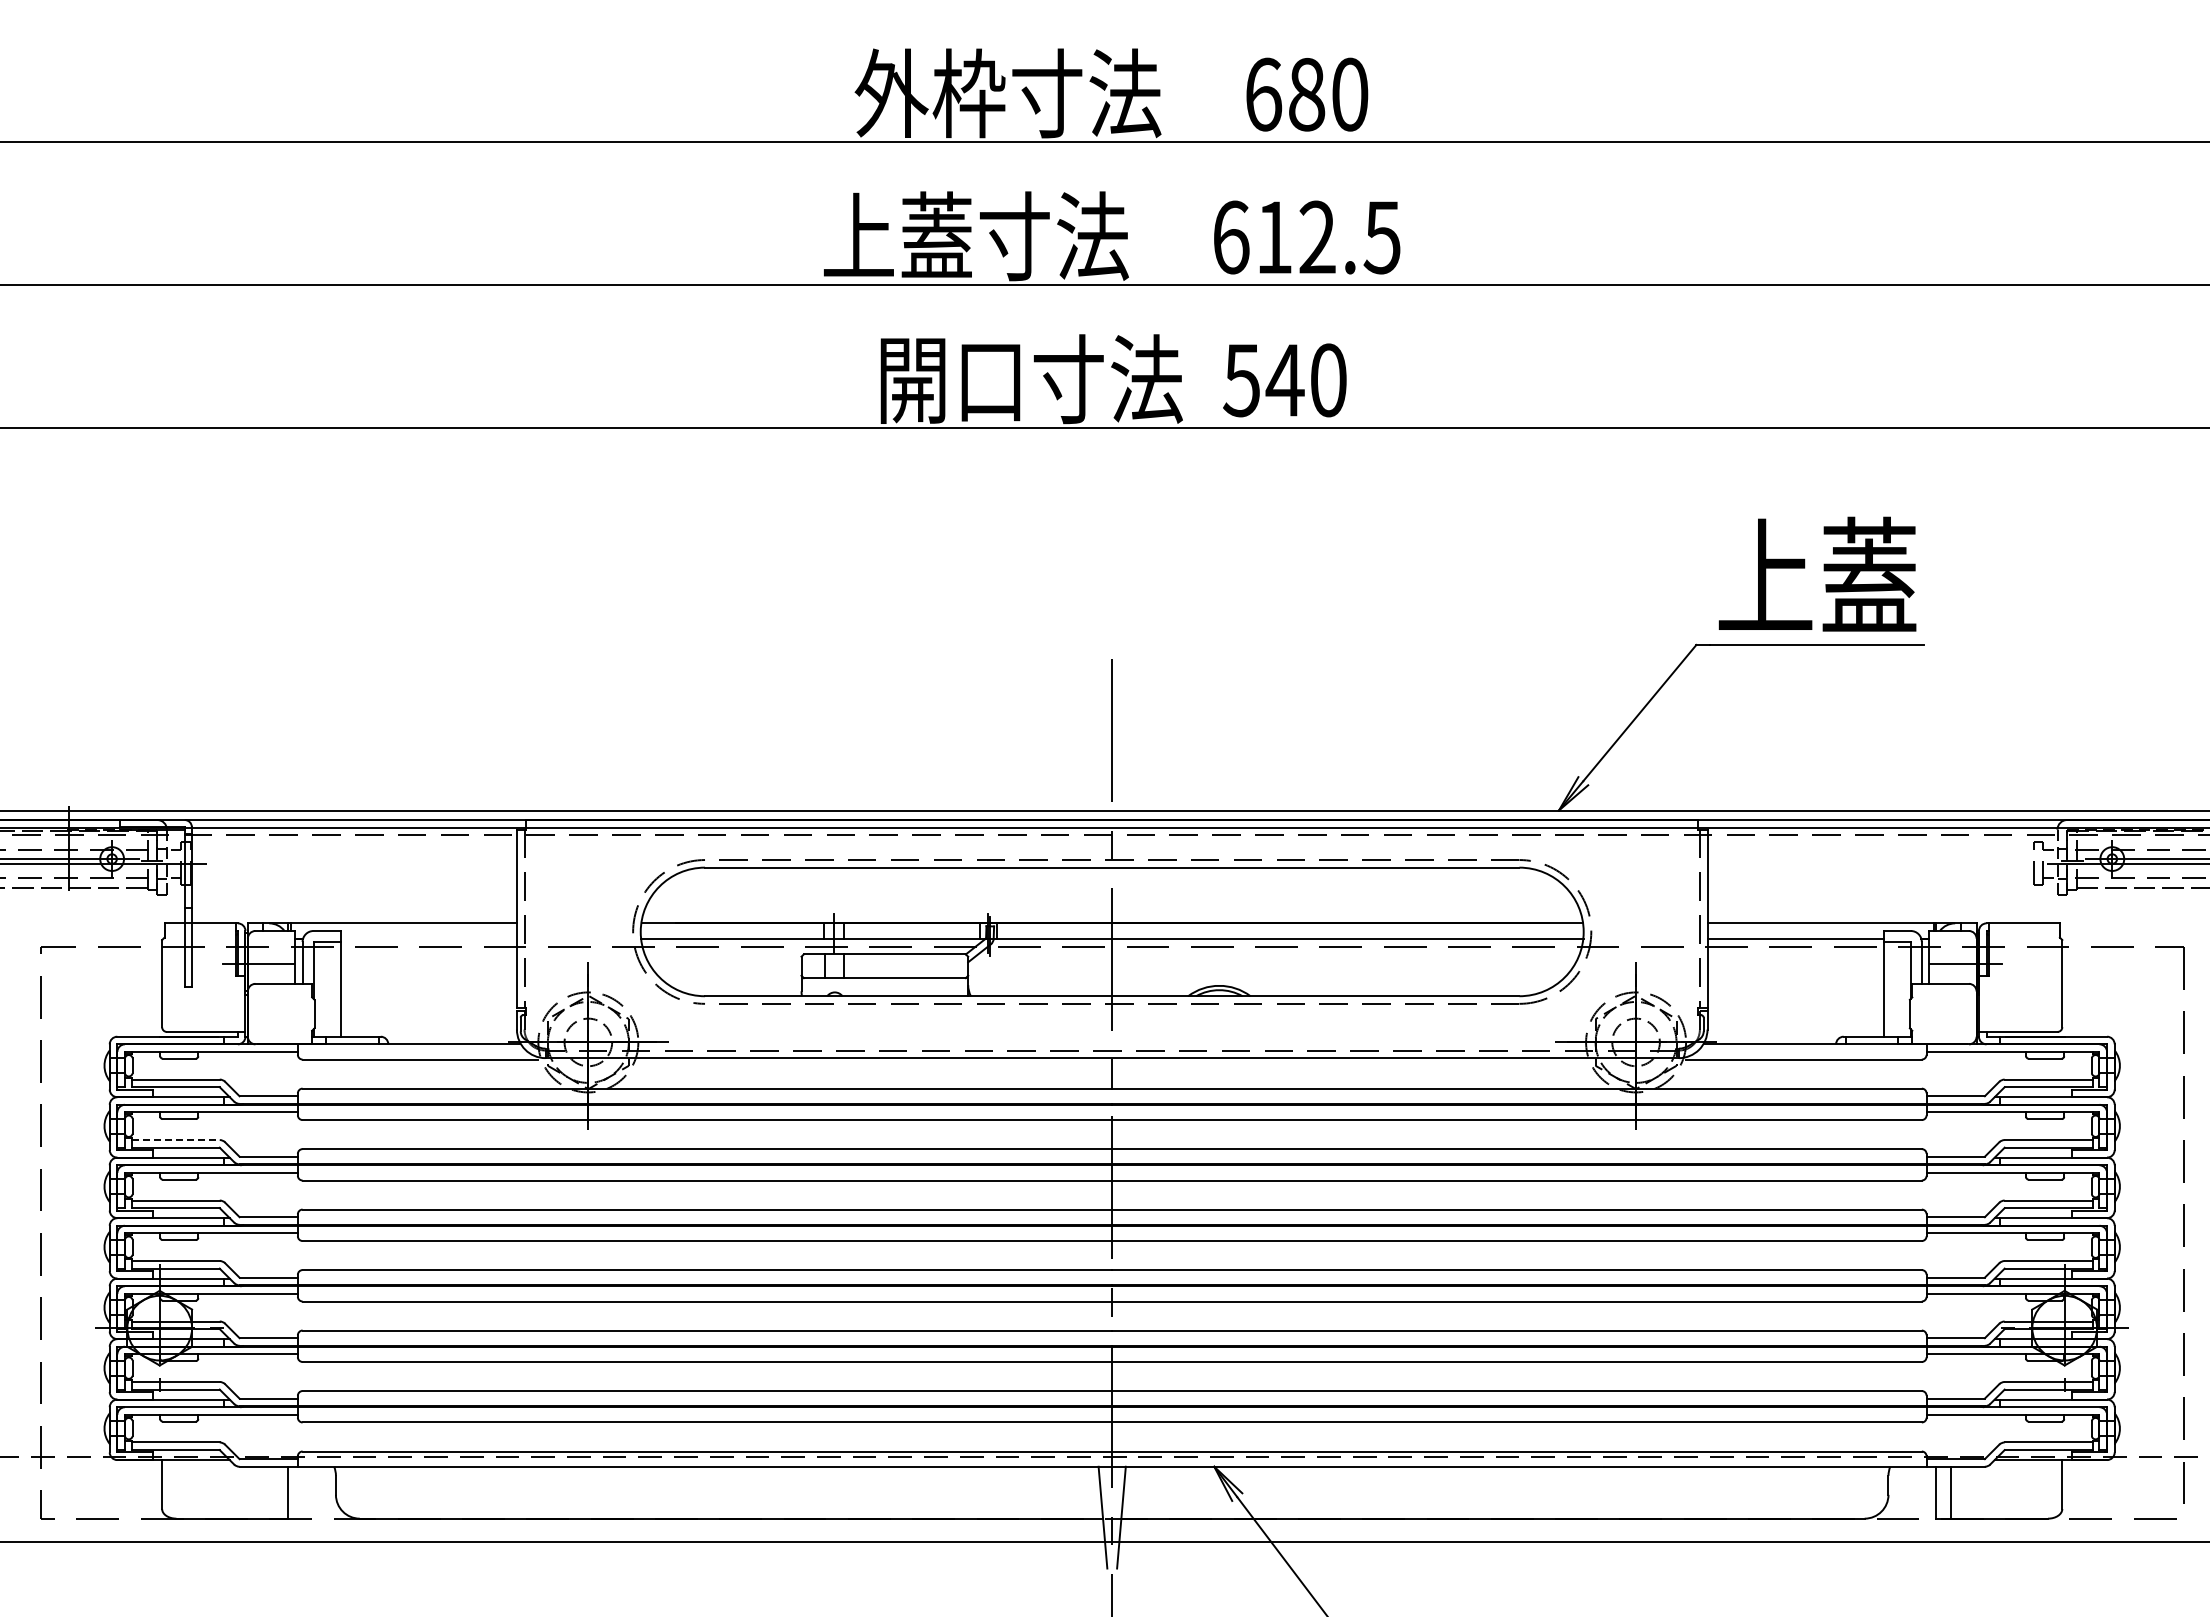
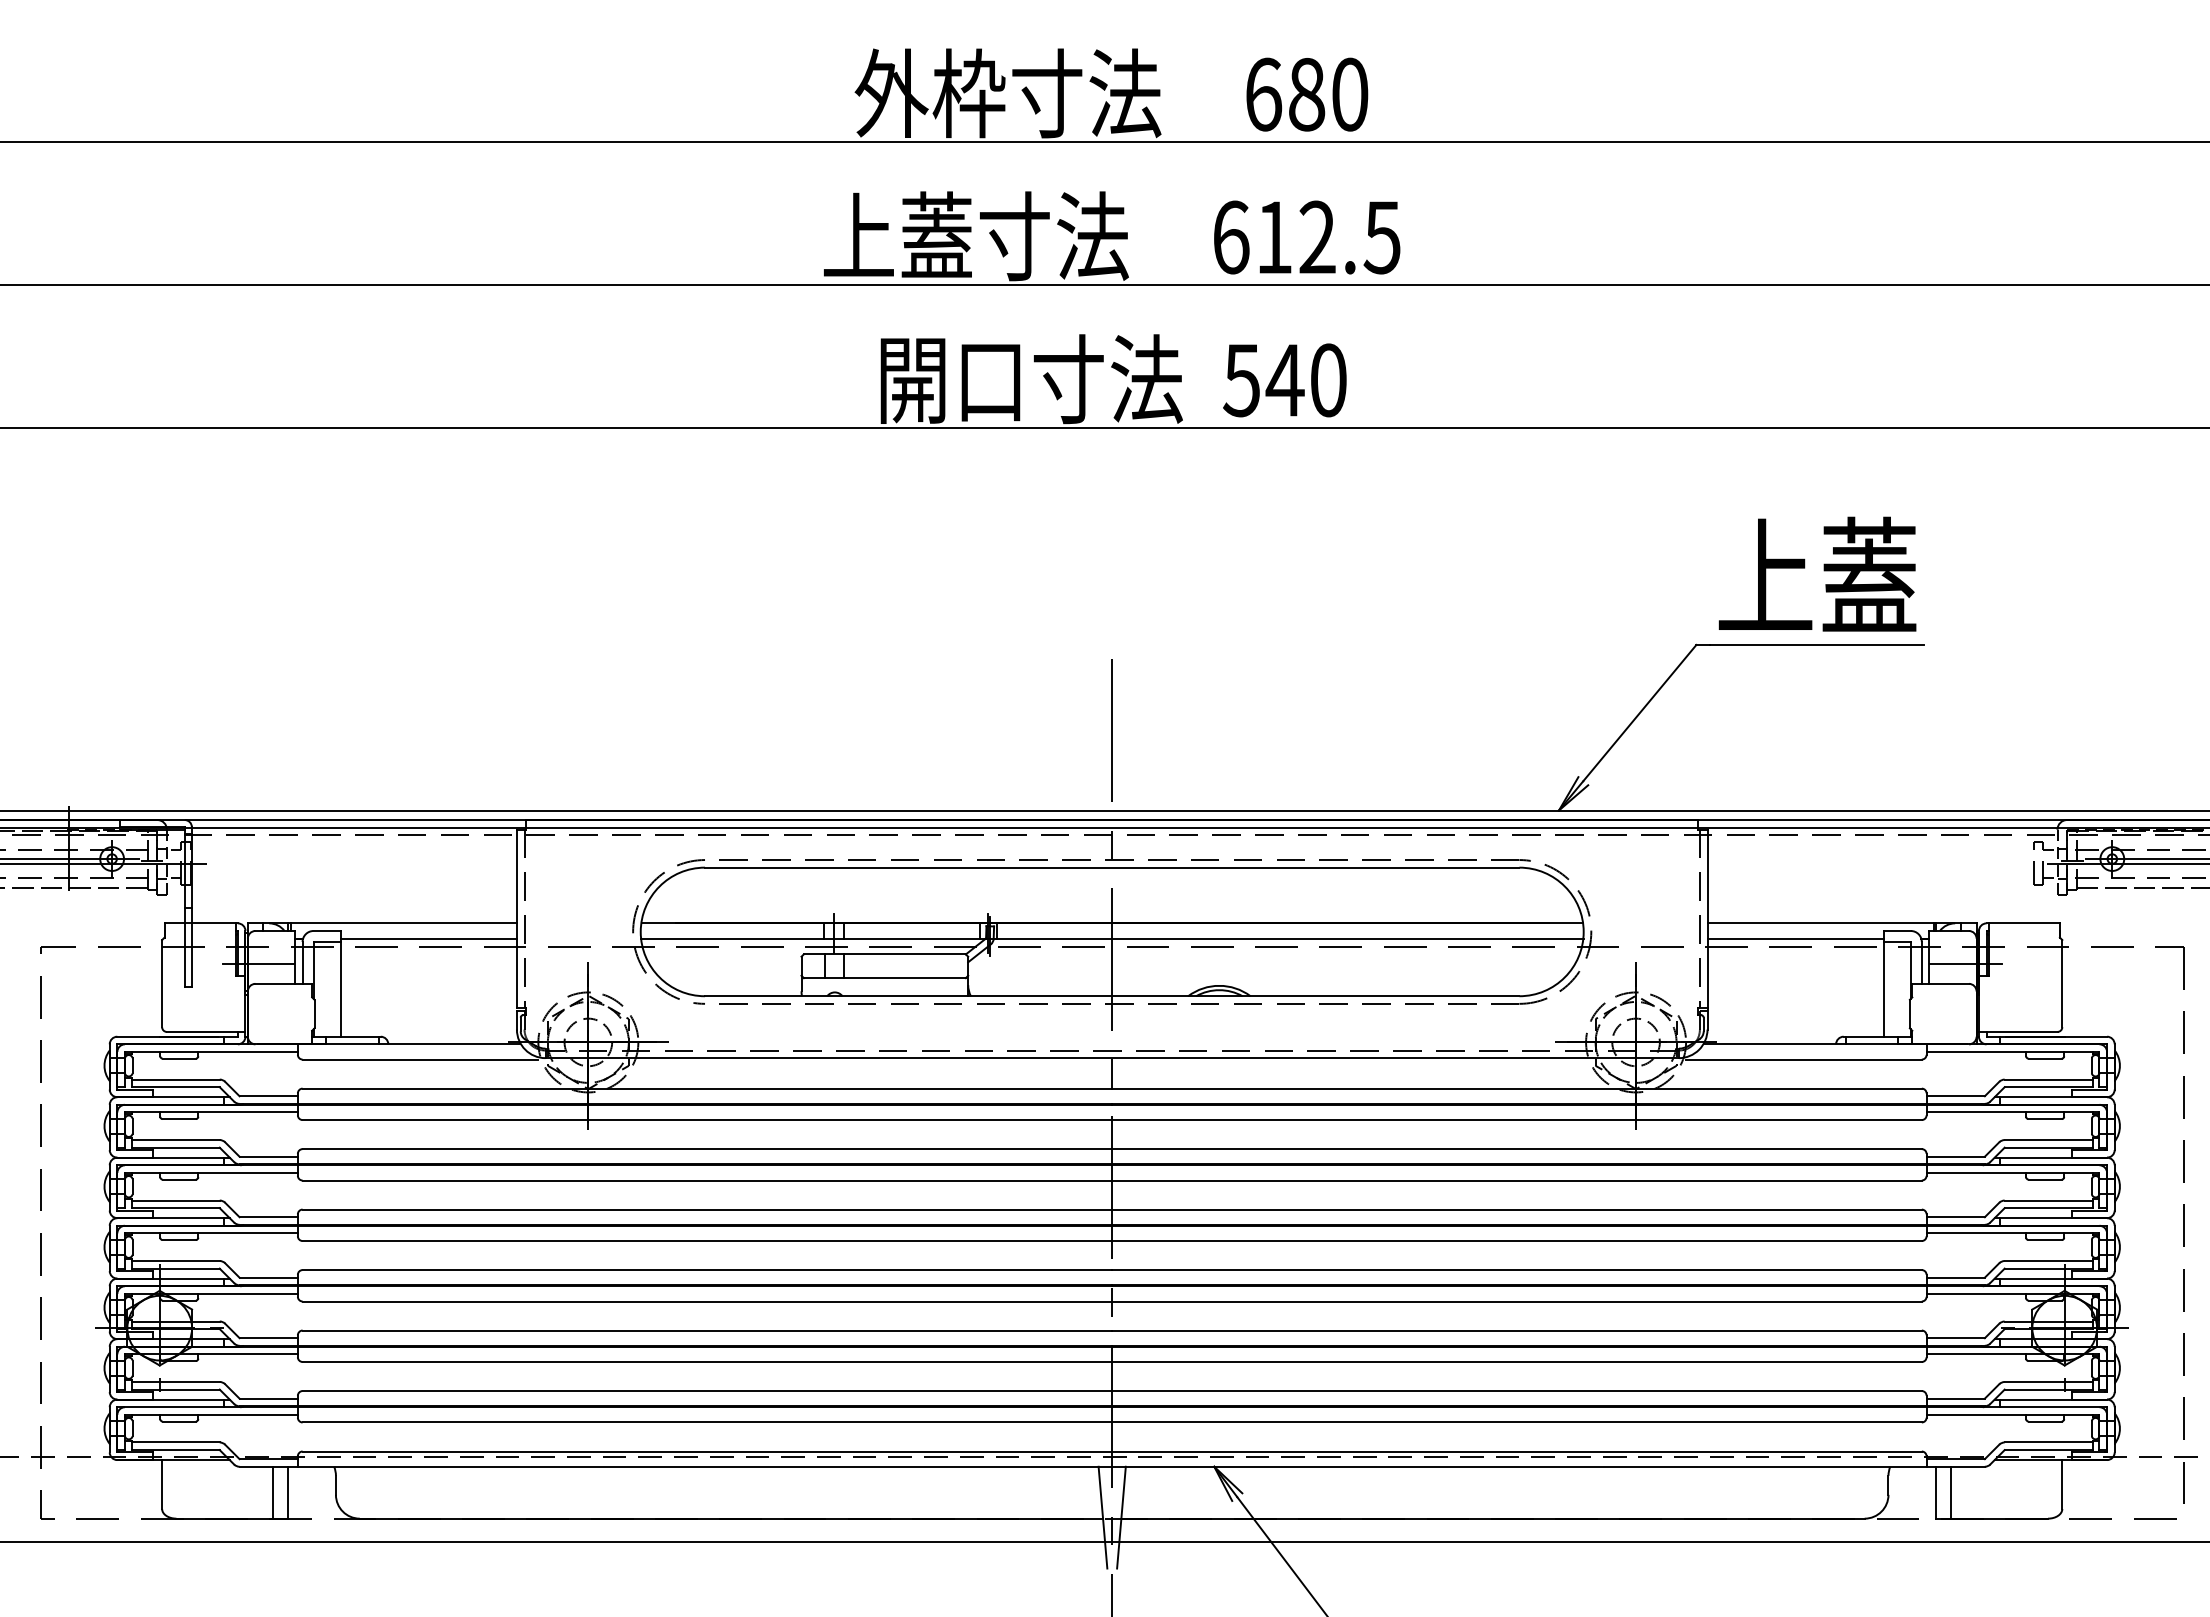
line at (428, 938): none -> present
line at (176, 1140): dashed -> solid
line at (273, 1492): none -> present
